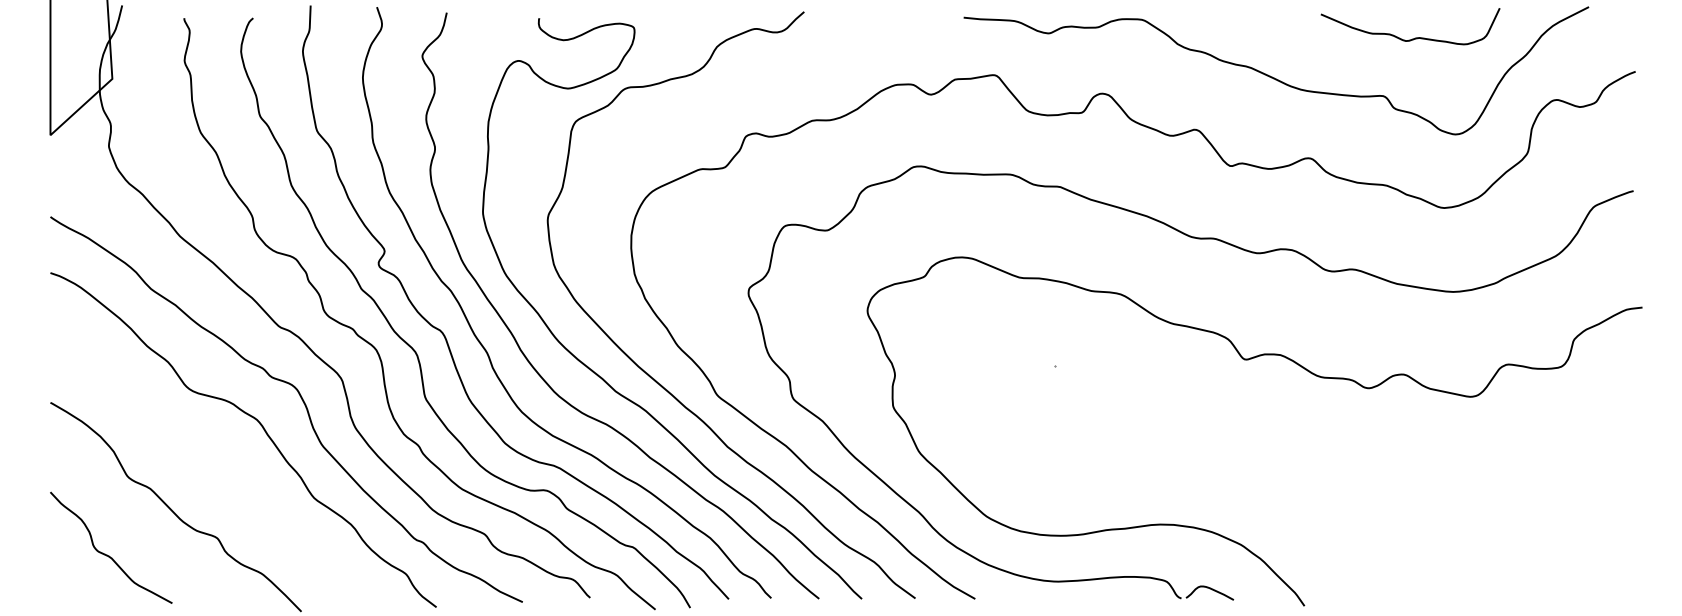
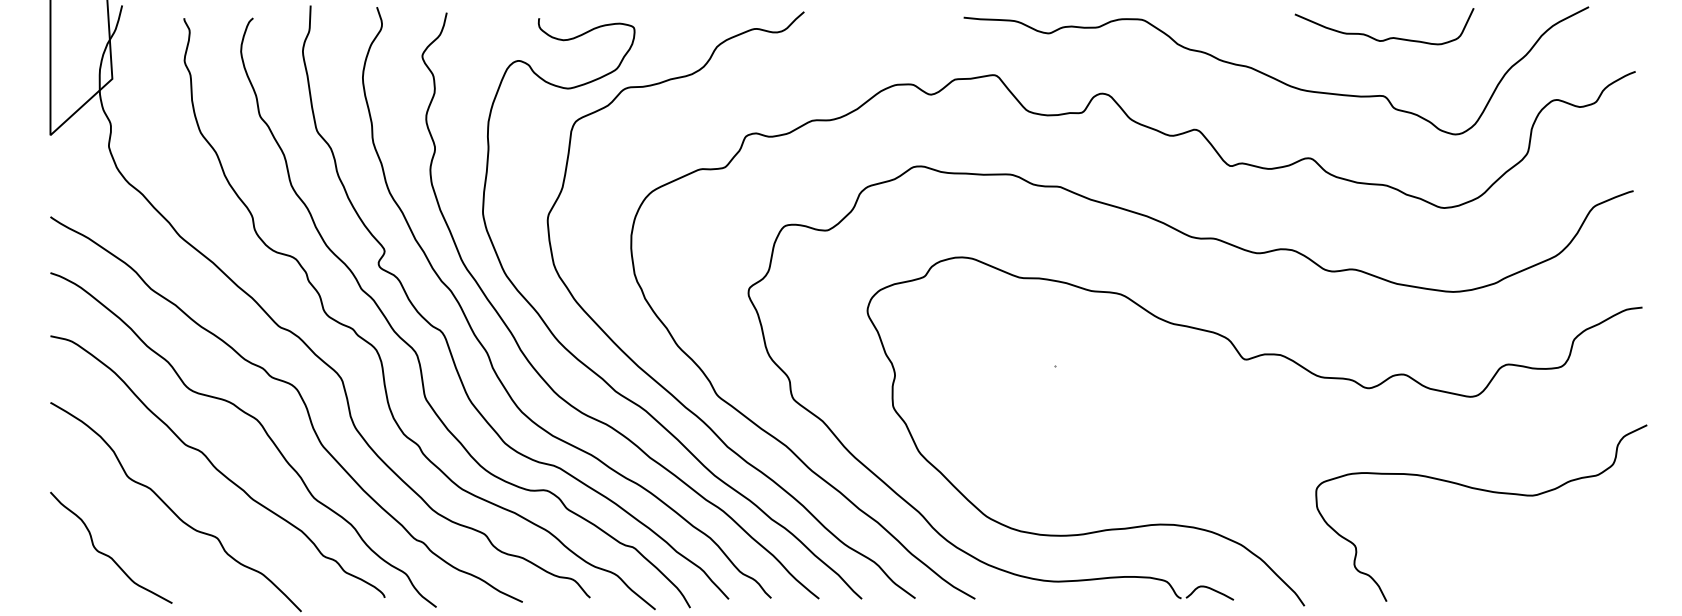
curve at (1415, 37) position: (1415, 37) -> (1389, 37)
curve at (216, 467): none -> present
curve at (1483, 491): none -> present
